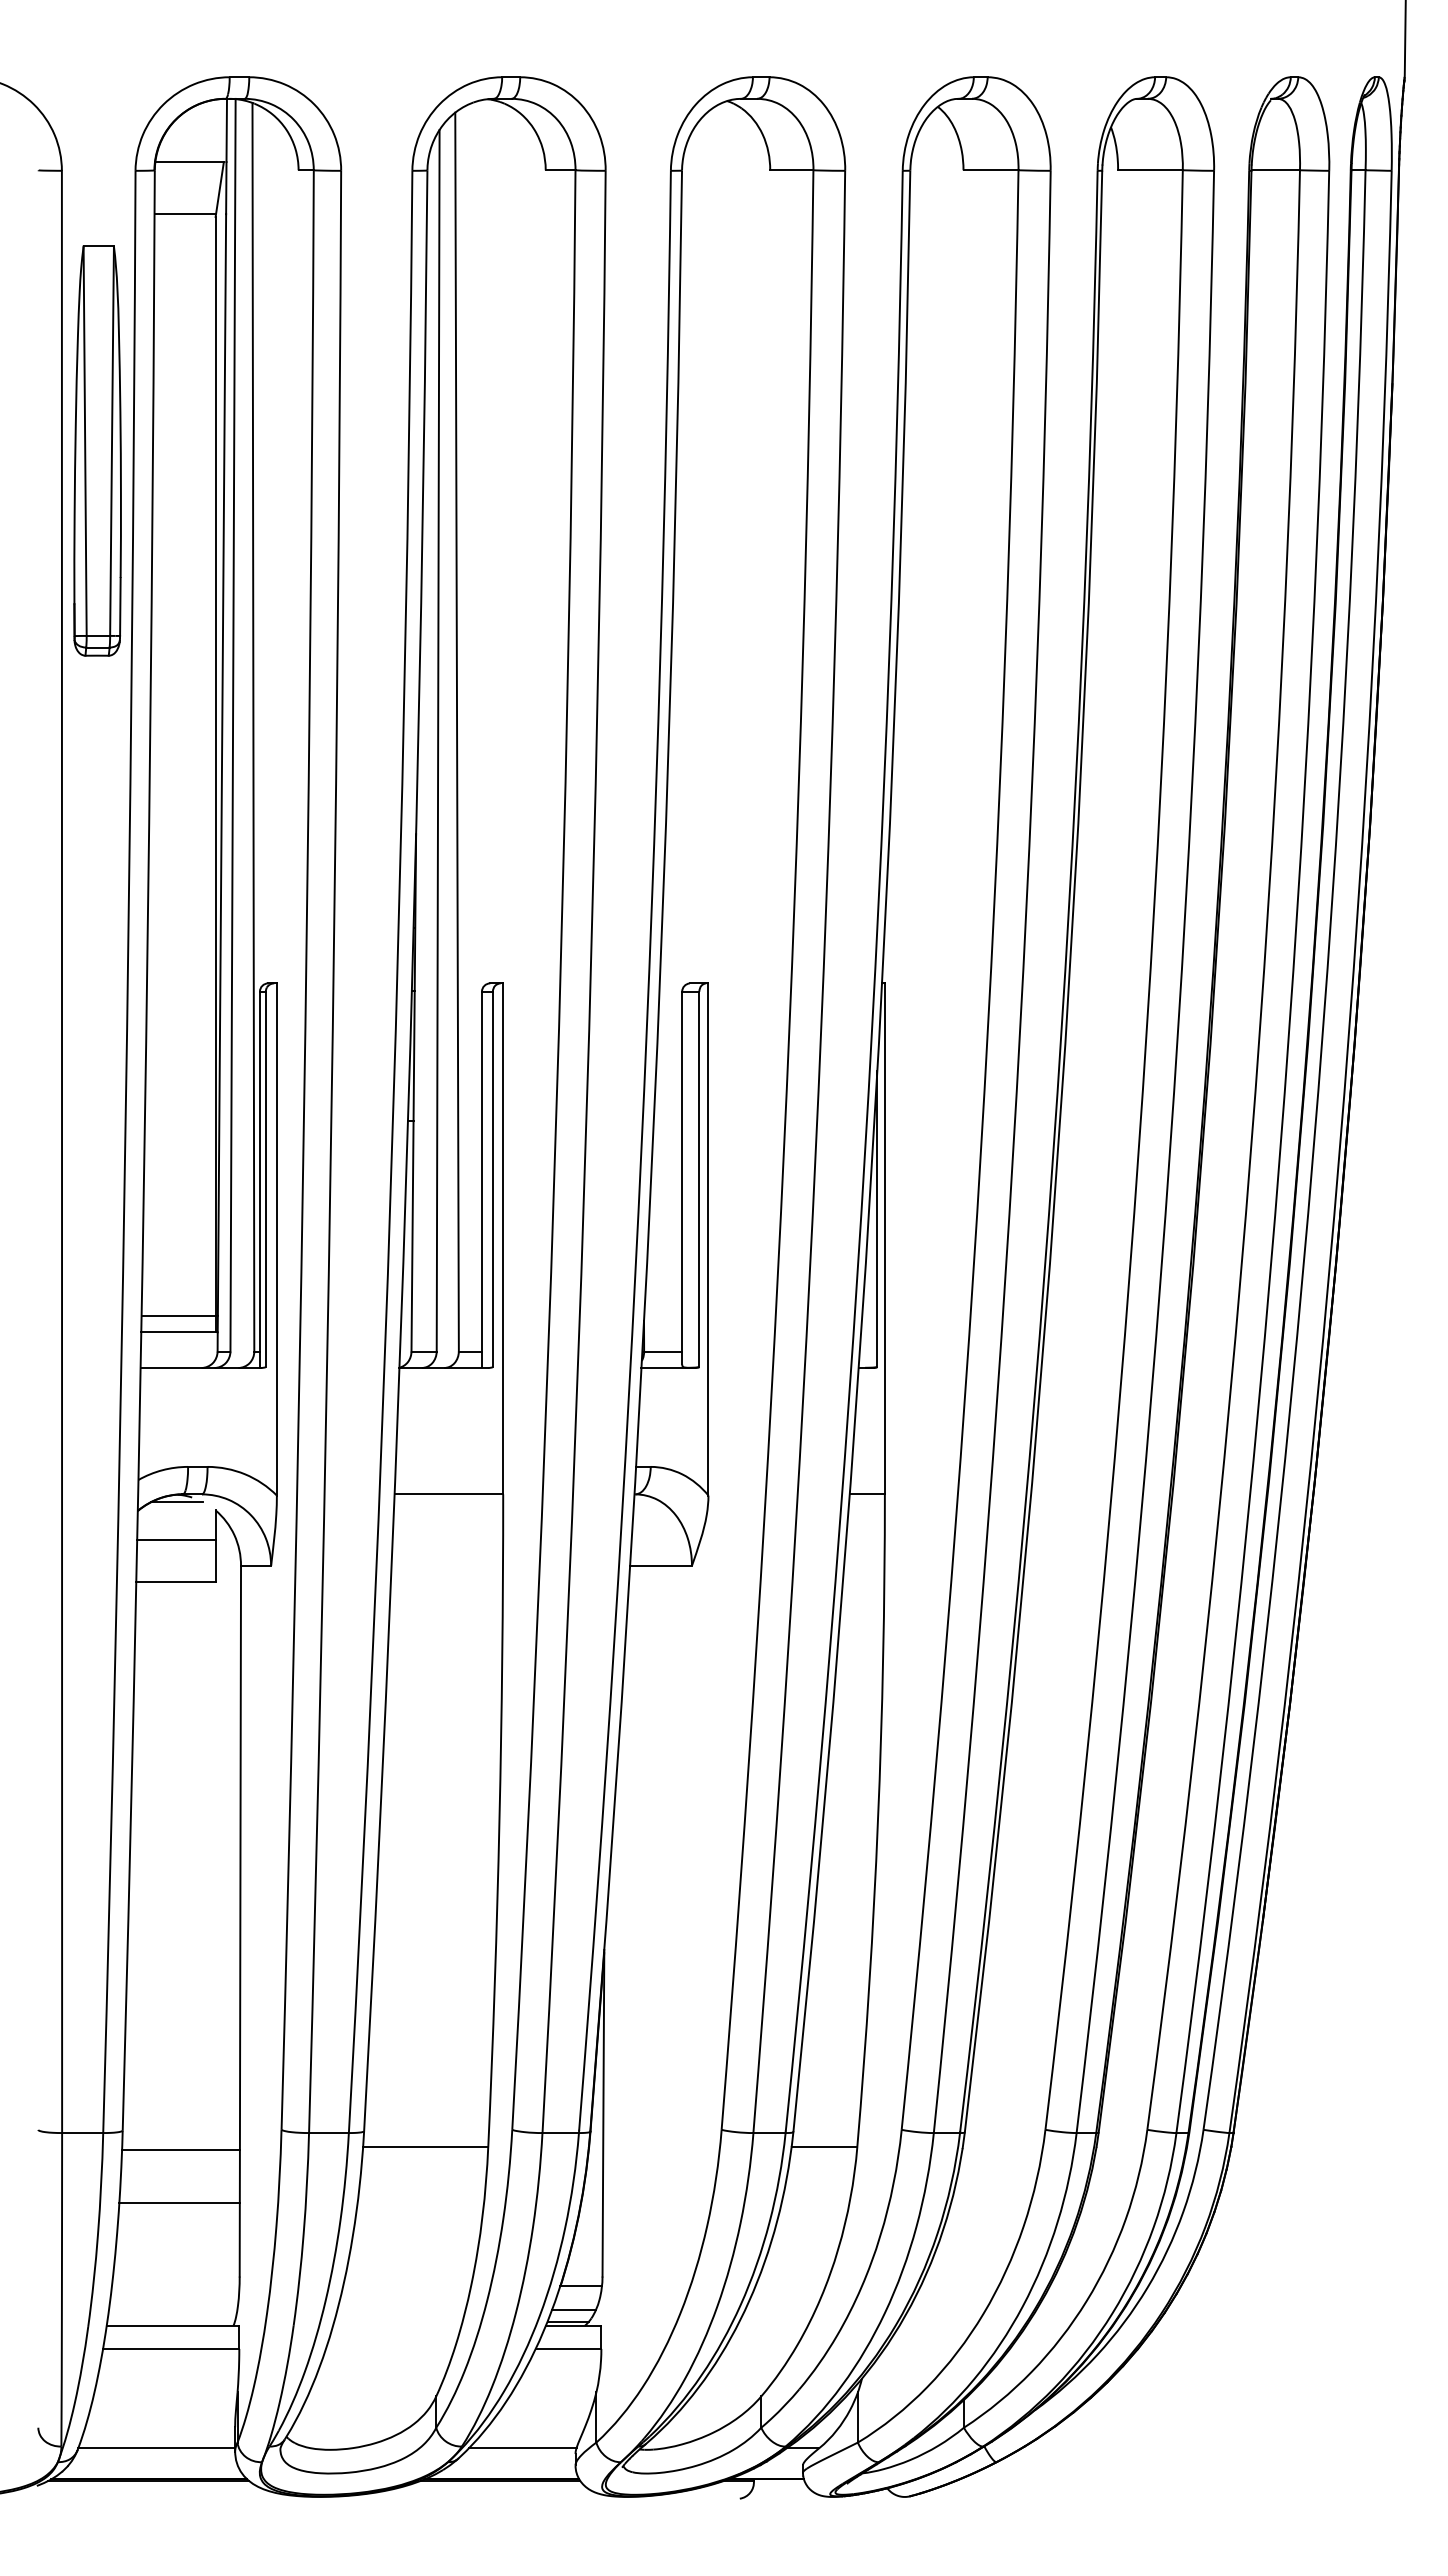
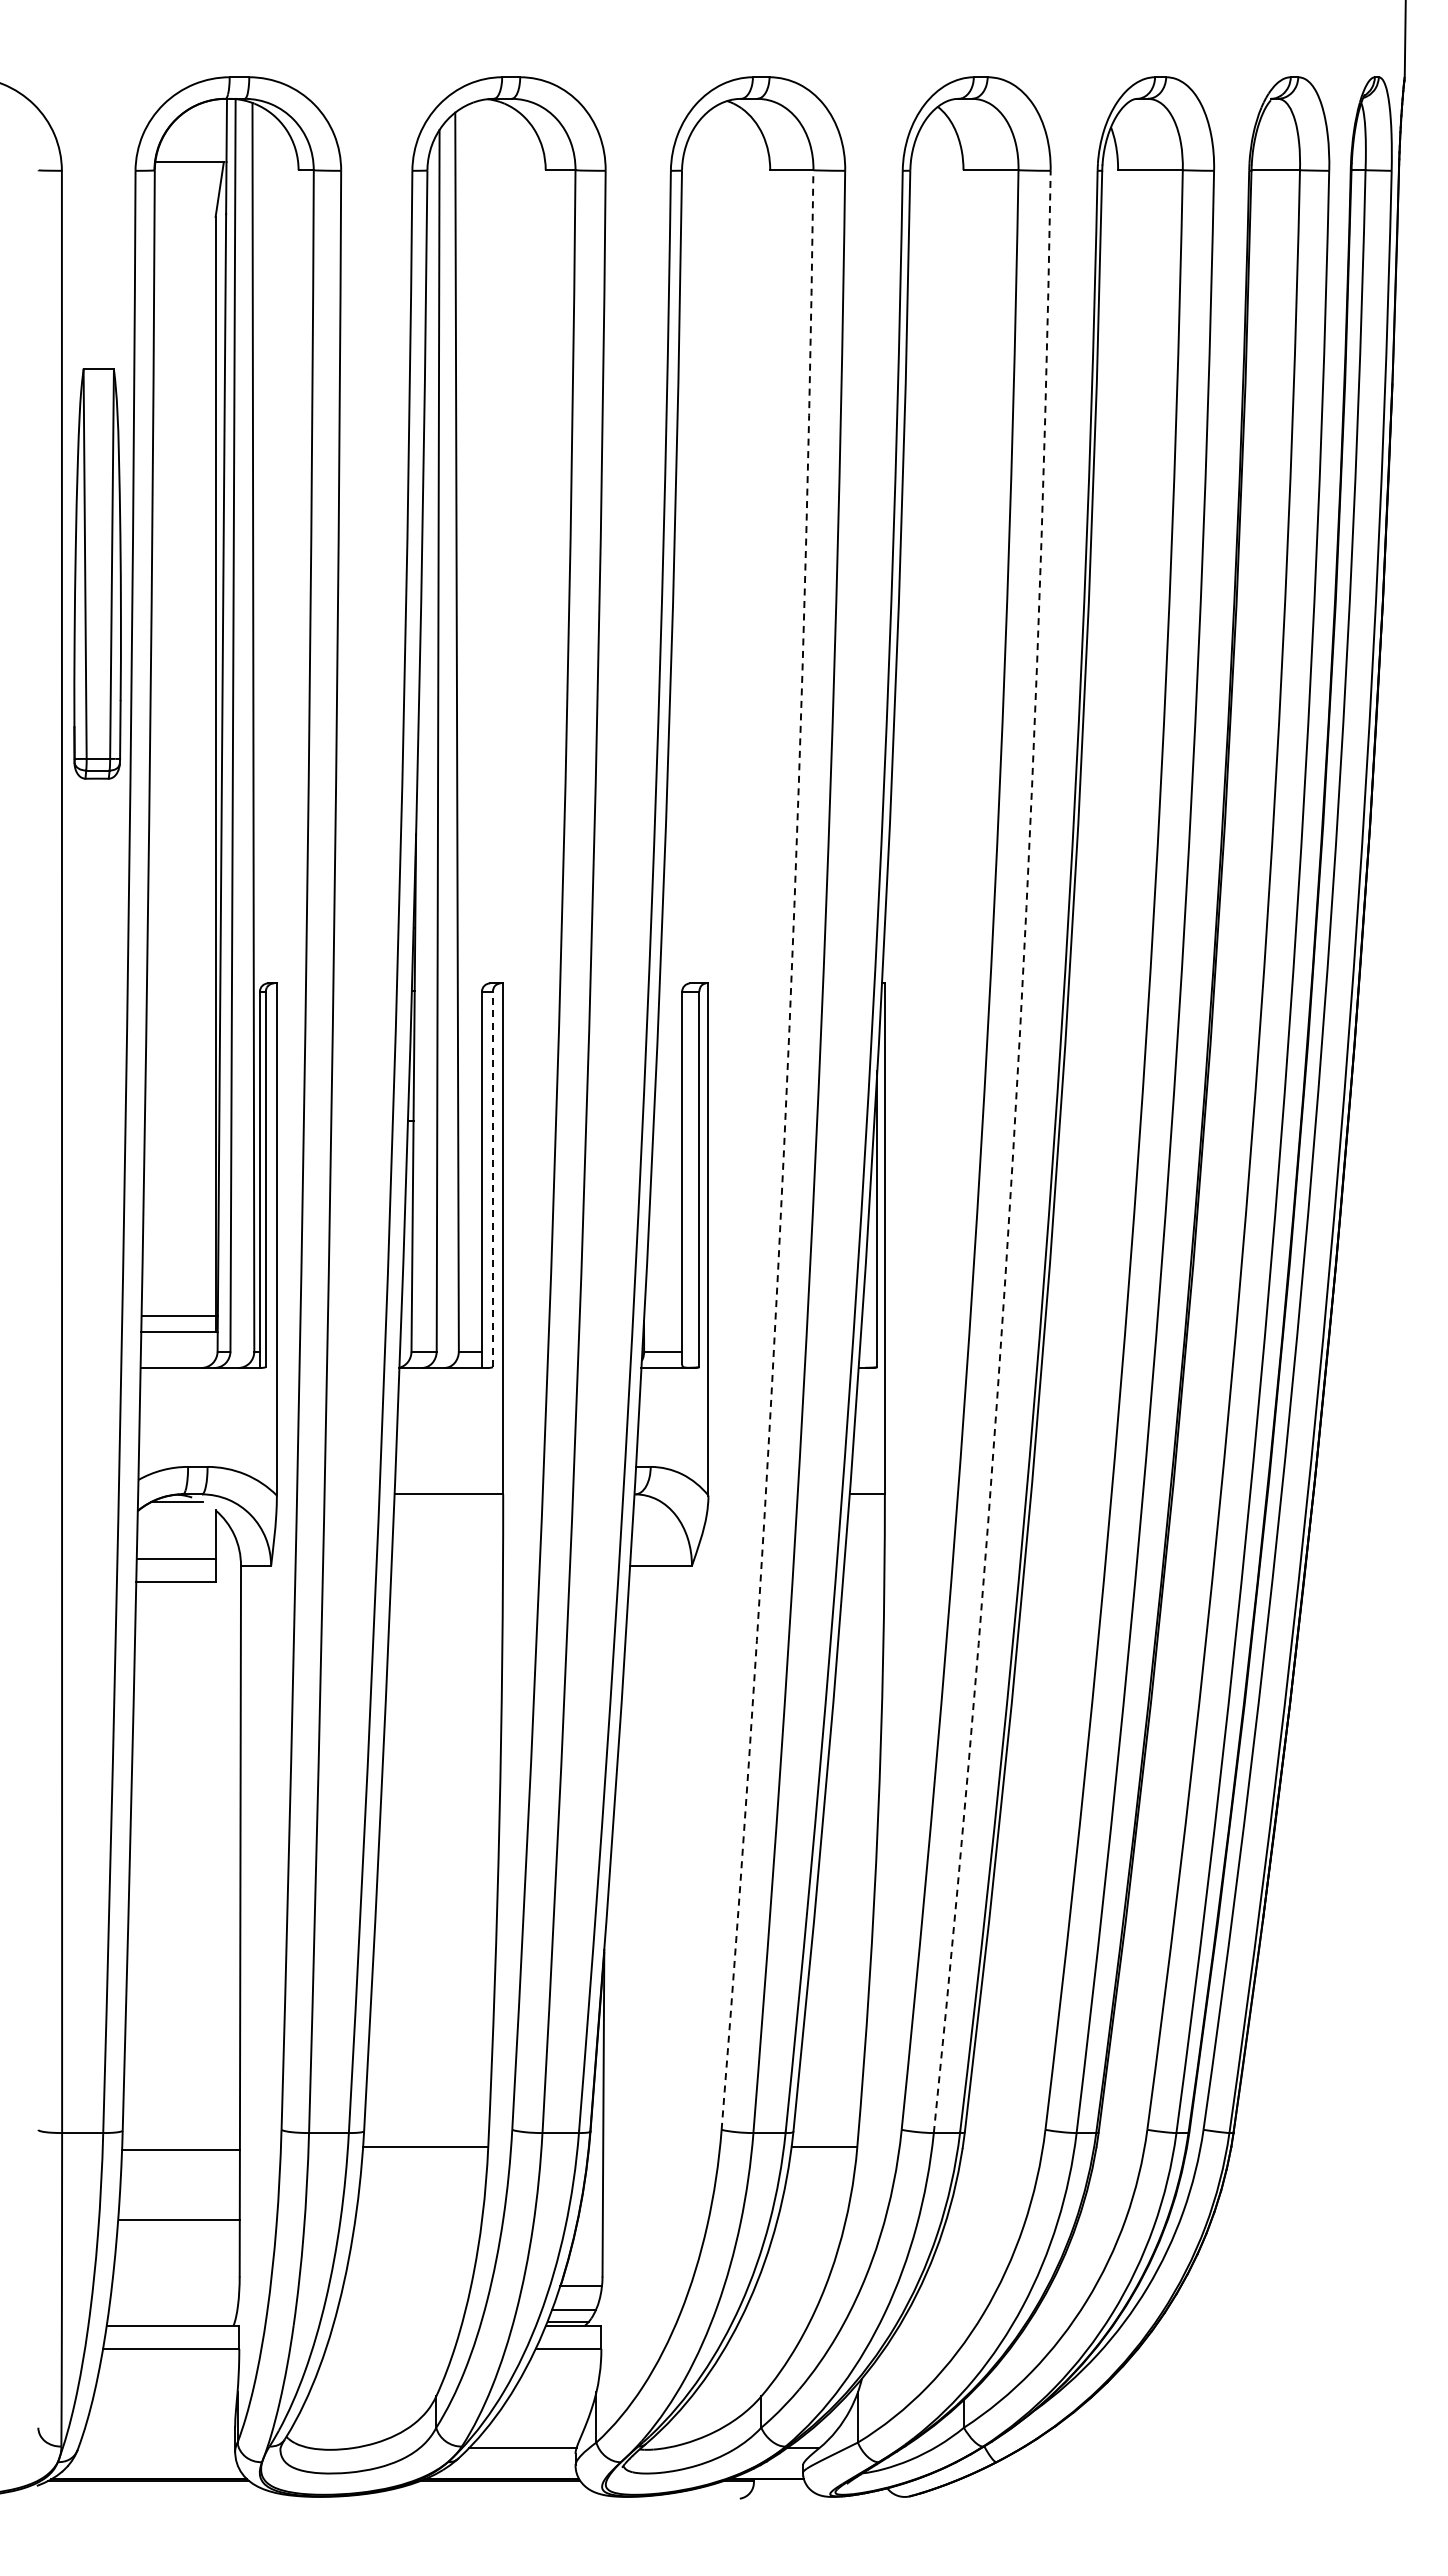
line at (185, 214): present -> none
part at (97, 450) position: (97, 450) -> (97, 573)
arc at (783, 1150): solid -> dashed
arc at (1013, 1153): solid -> dashed
line at (492, 1179): solid -> dashed
line at (176, 1539) position: (176, 1539) -> (176, 1558)
line at (179, 2203) position: (179, 2203) -> (179, 2220)
line at (156, 2448): present -> none
